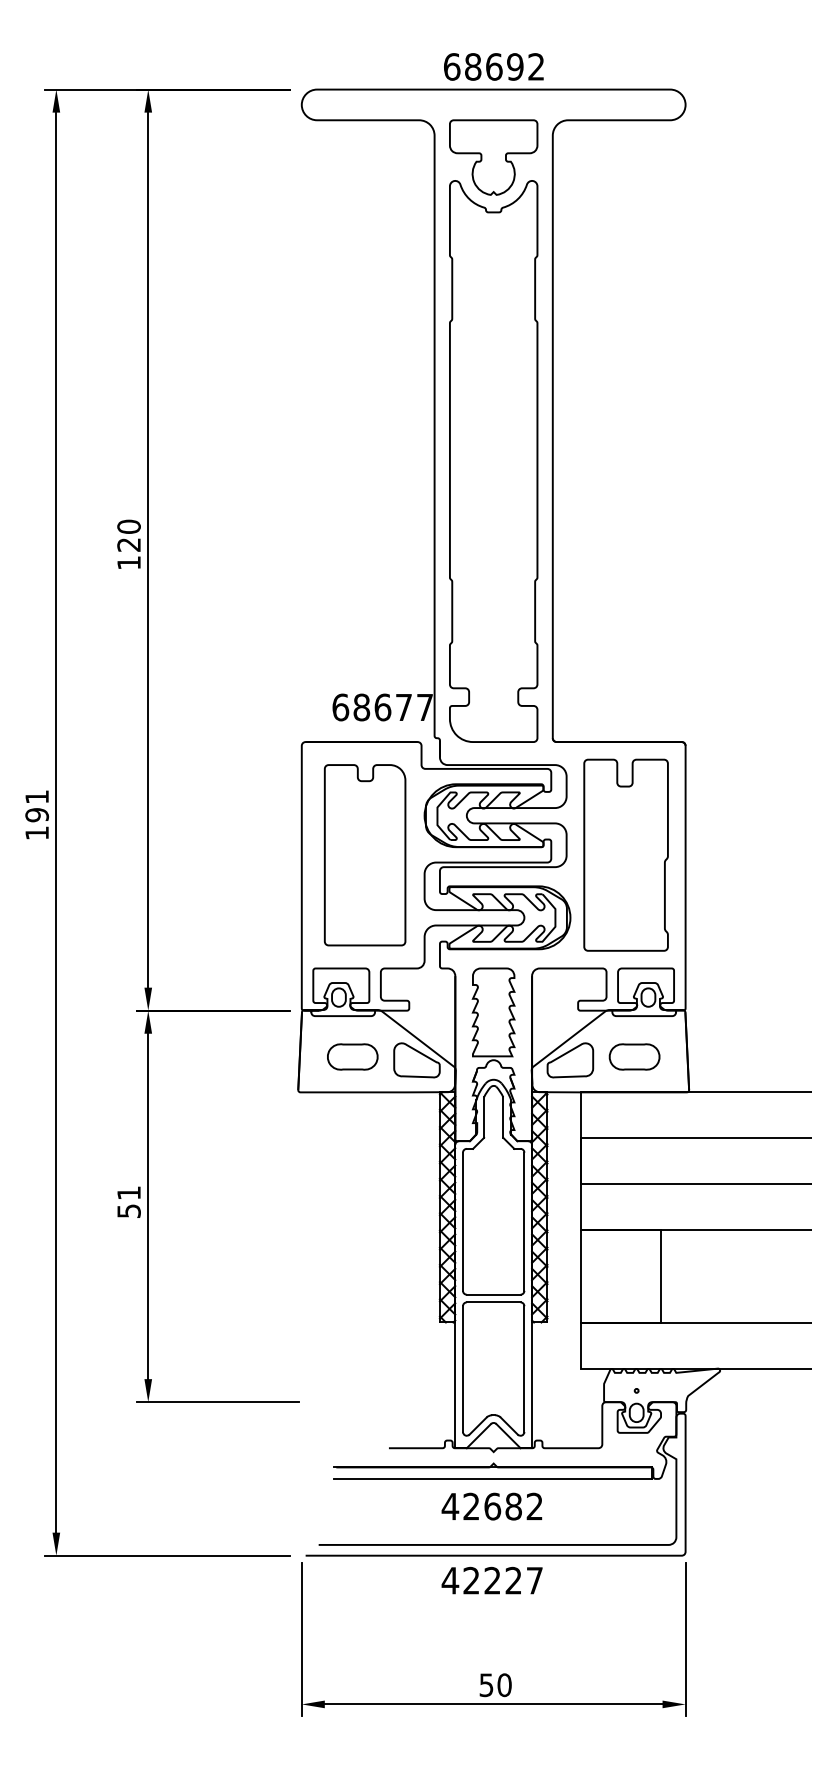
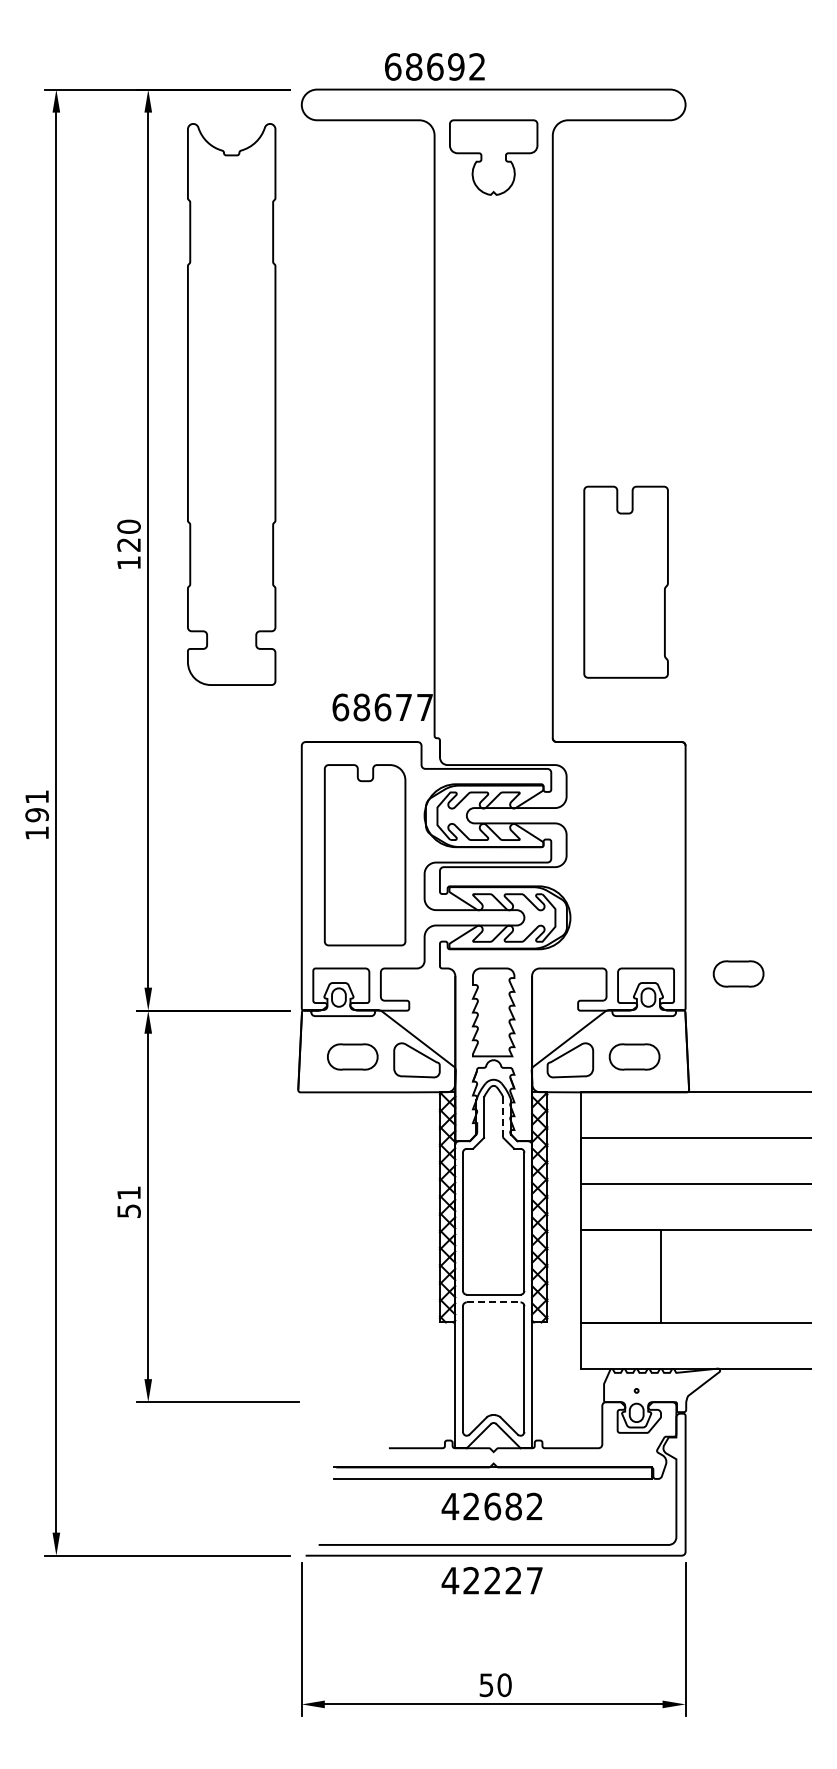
text at (493, 66) position: (493, 66) -> (434, 66)
part at (493, 461) position: (493, 461) -> (231, 404)
part at (625, 854) position: (625, 854) -> (625, 581)
part at (738, 973): none -> present
line at (503, 1118): solid -> dashed
line at (493, 1302): solid -> dashed
